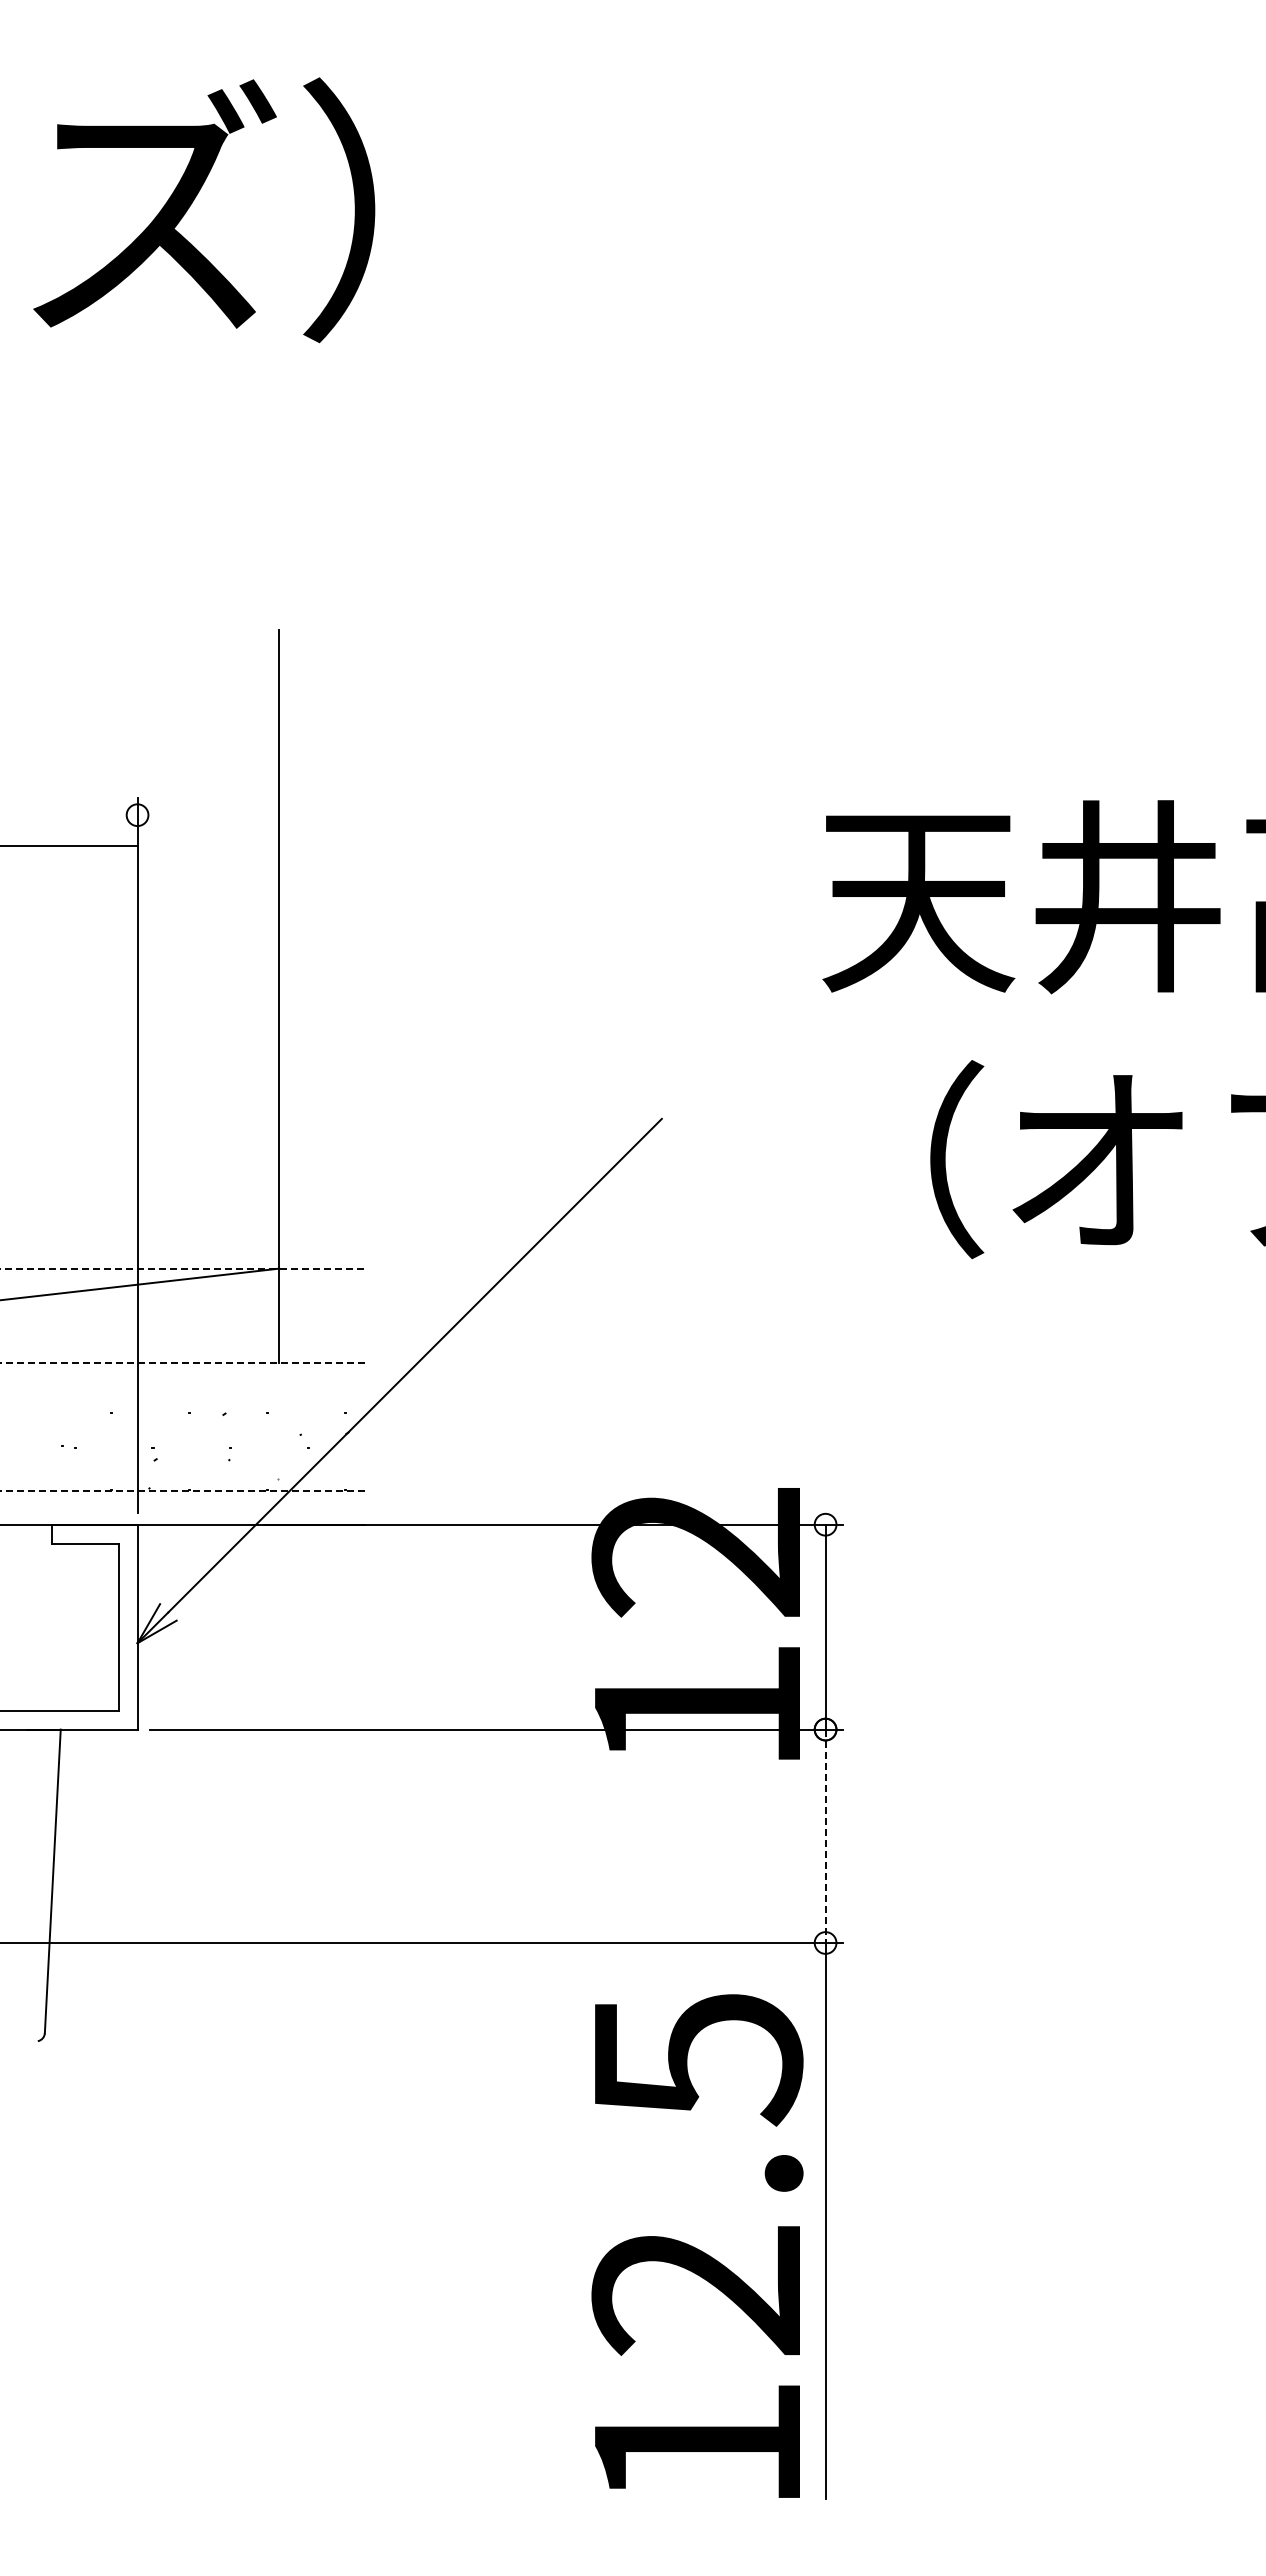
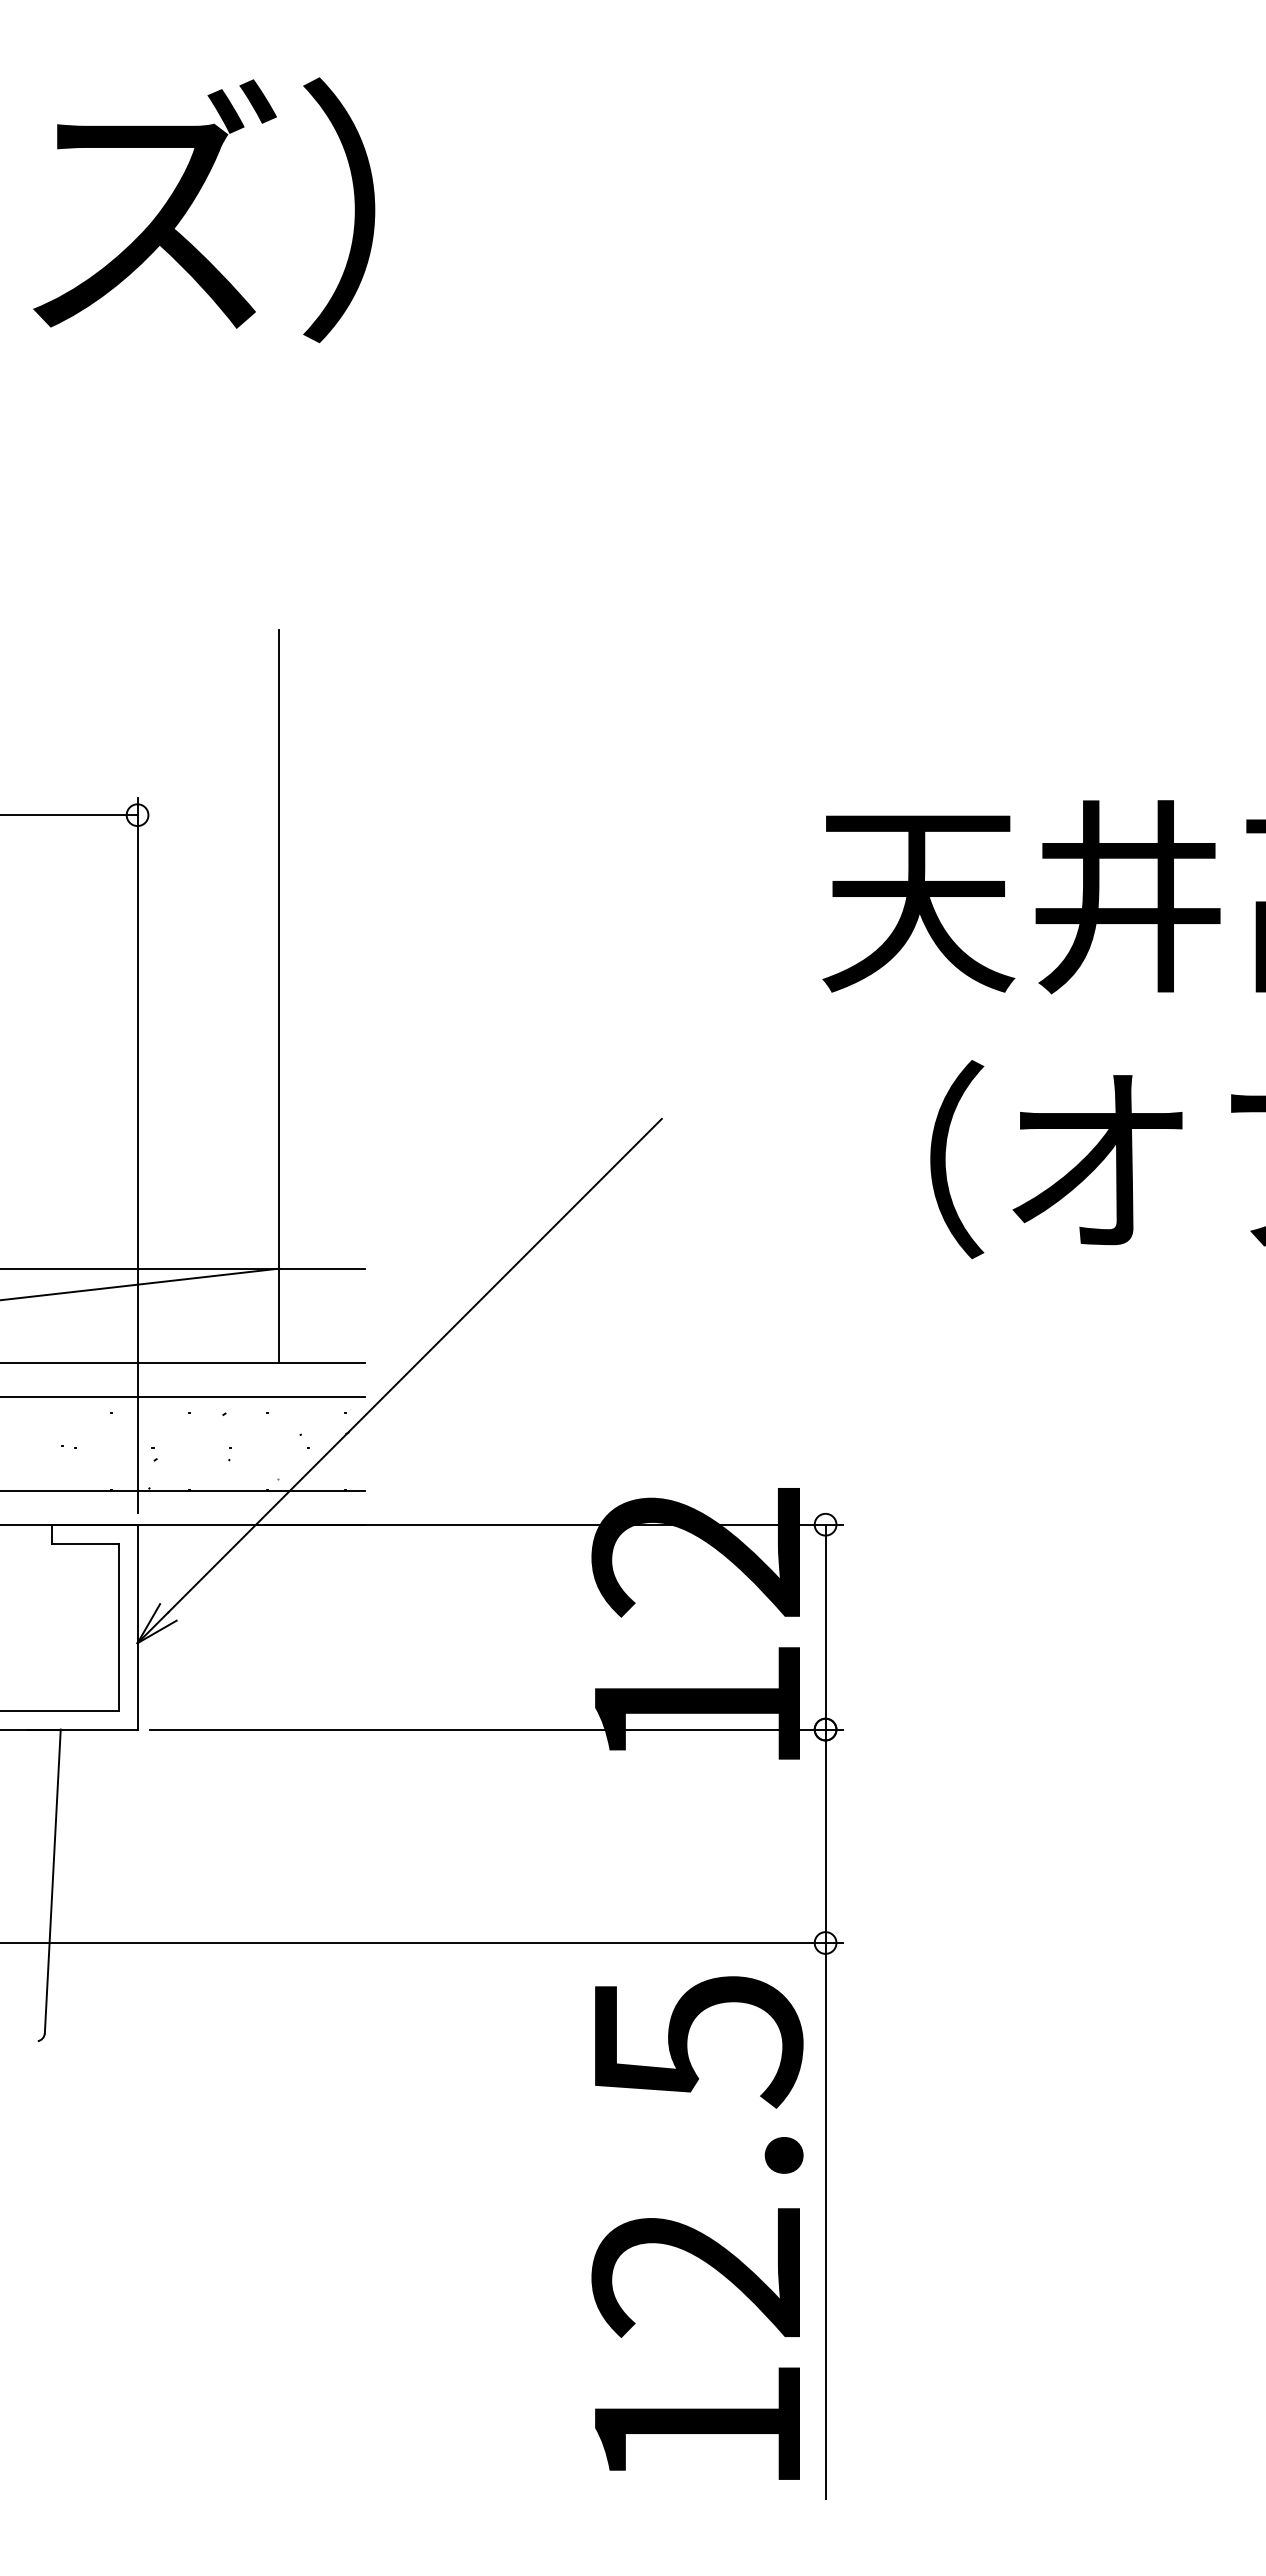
line at (69, 846) position: (69, 846) -> (69, 815)
line at (183, 1268): dashed -> solid
line at (182, 1362): dashed -> solid
line at (183, 1396): none -> present
line at (182, 1490): dashed -> solid
line at (825, 1836): dashed -> solid
text at (697, 2245) position: (697, 2245) -> (697, 2227)
